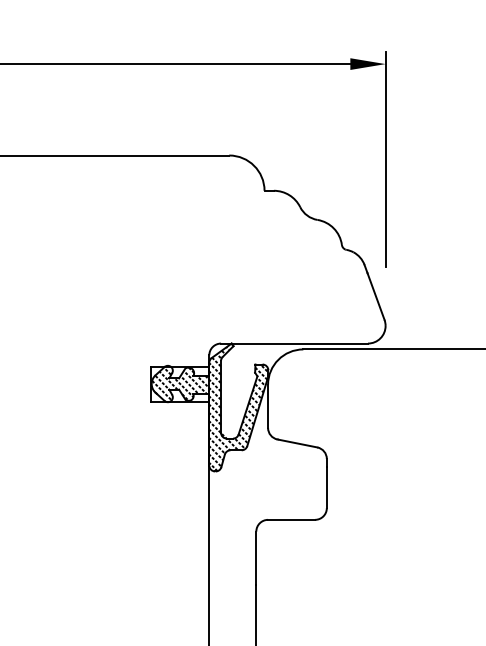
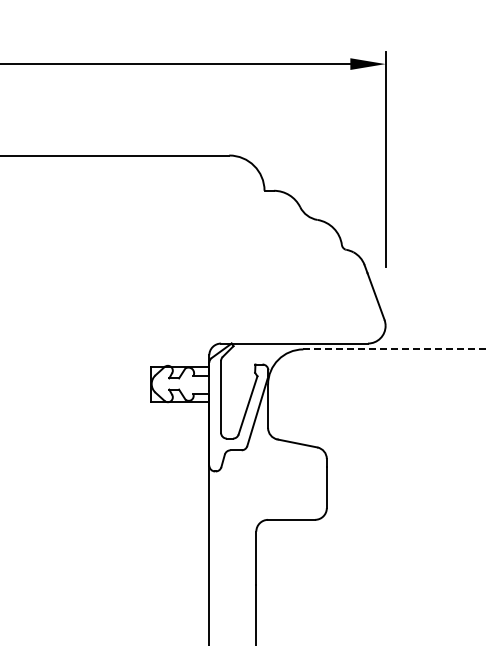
line at (394, 349): solid -> dashed
hatch at (209, 407): present -> none
